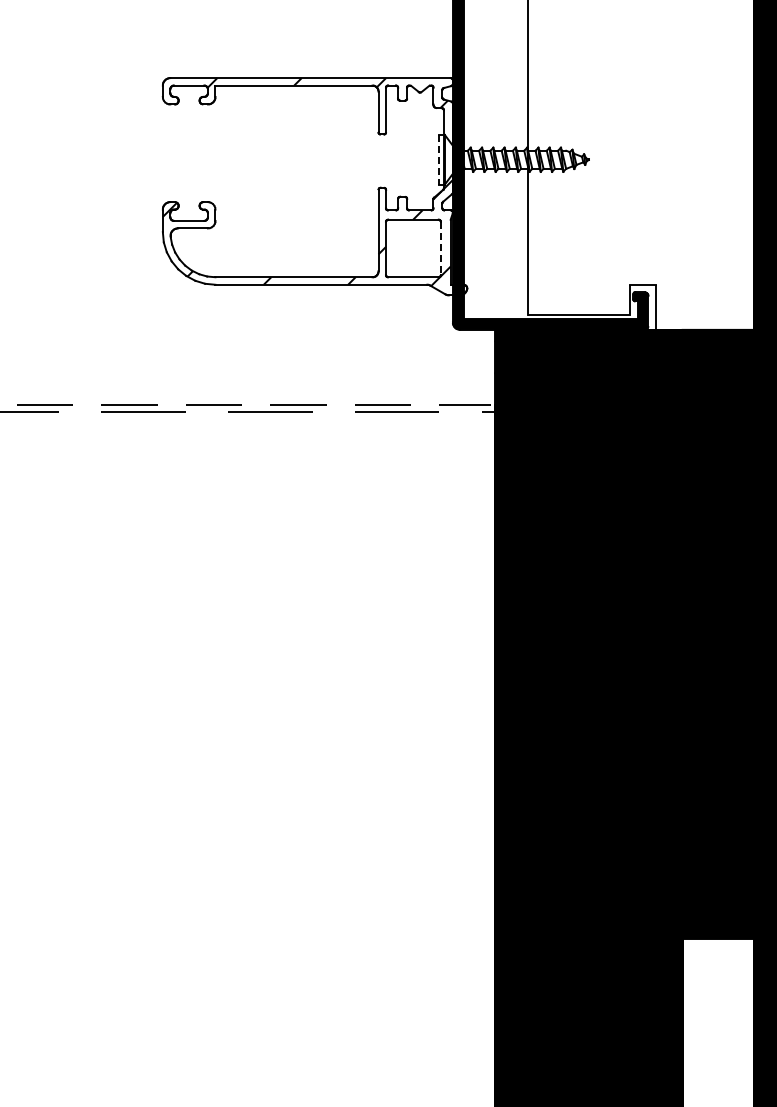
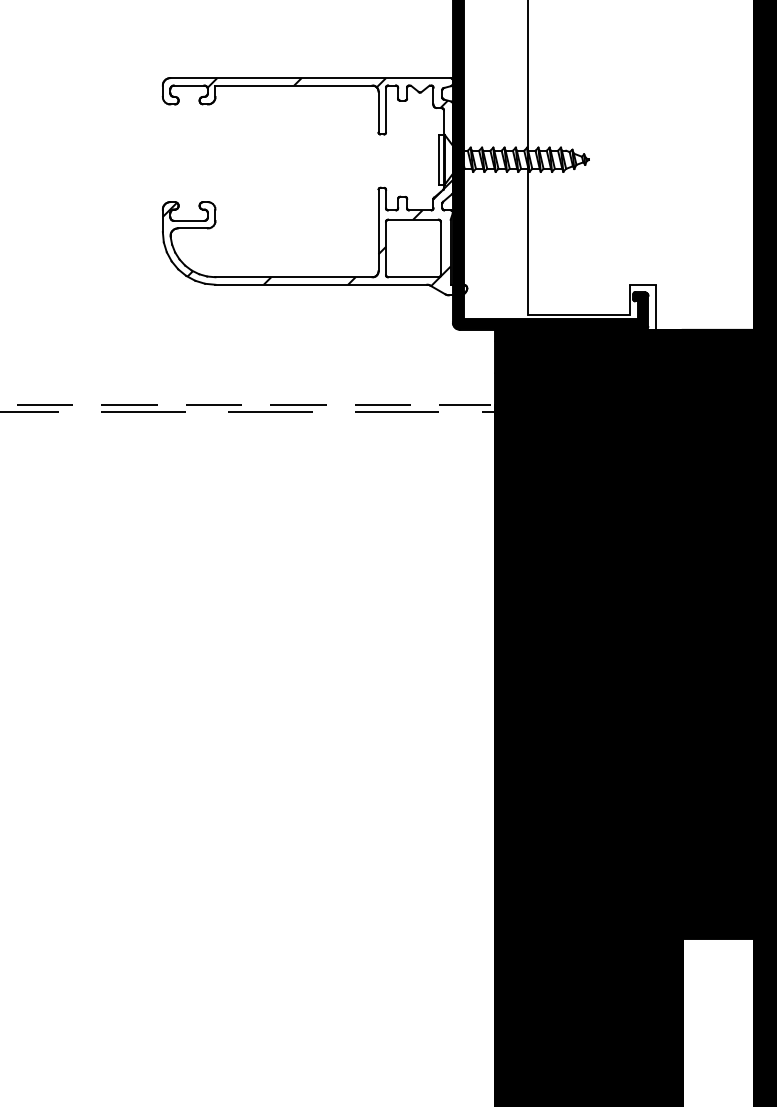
line at (438, 160): dashed -> solid
line at (440, 249): dashed -> solid
